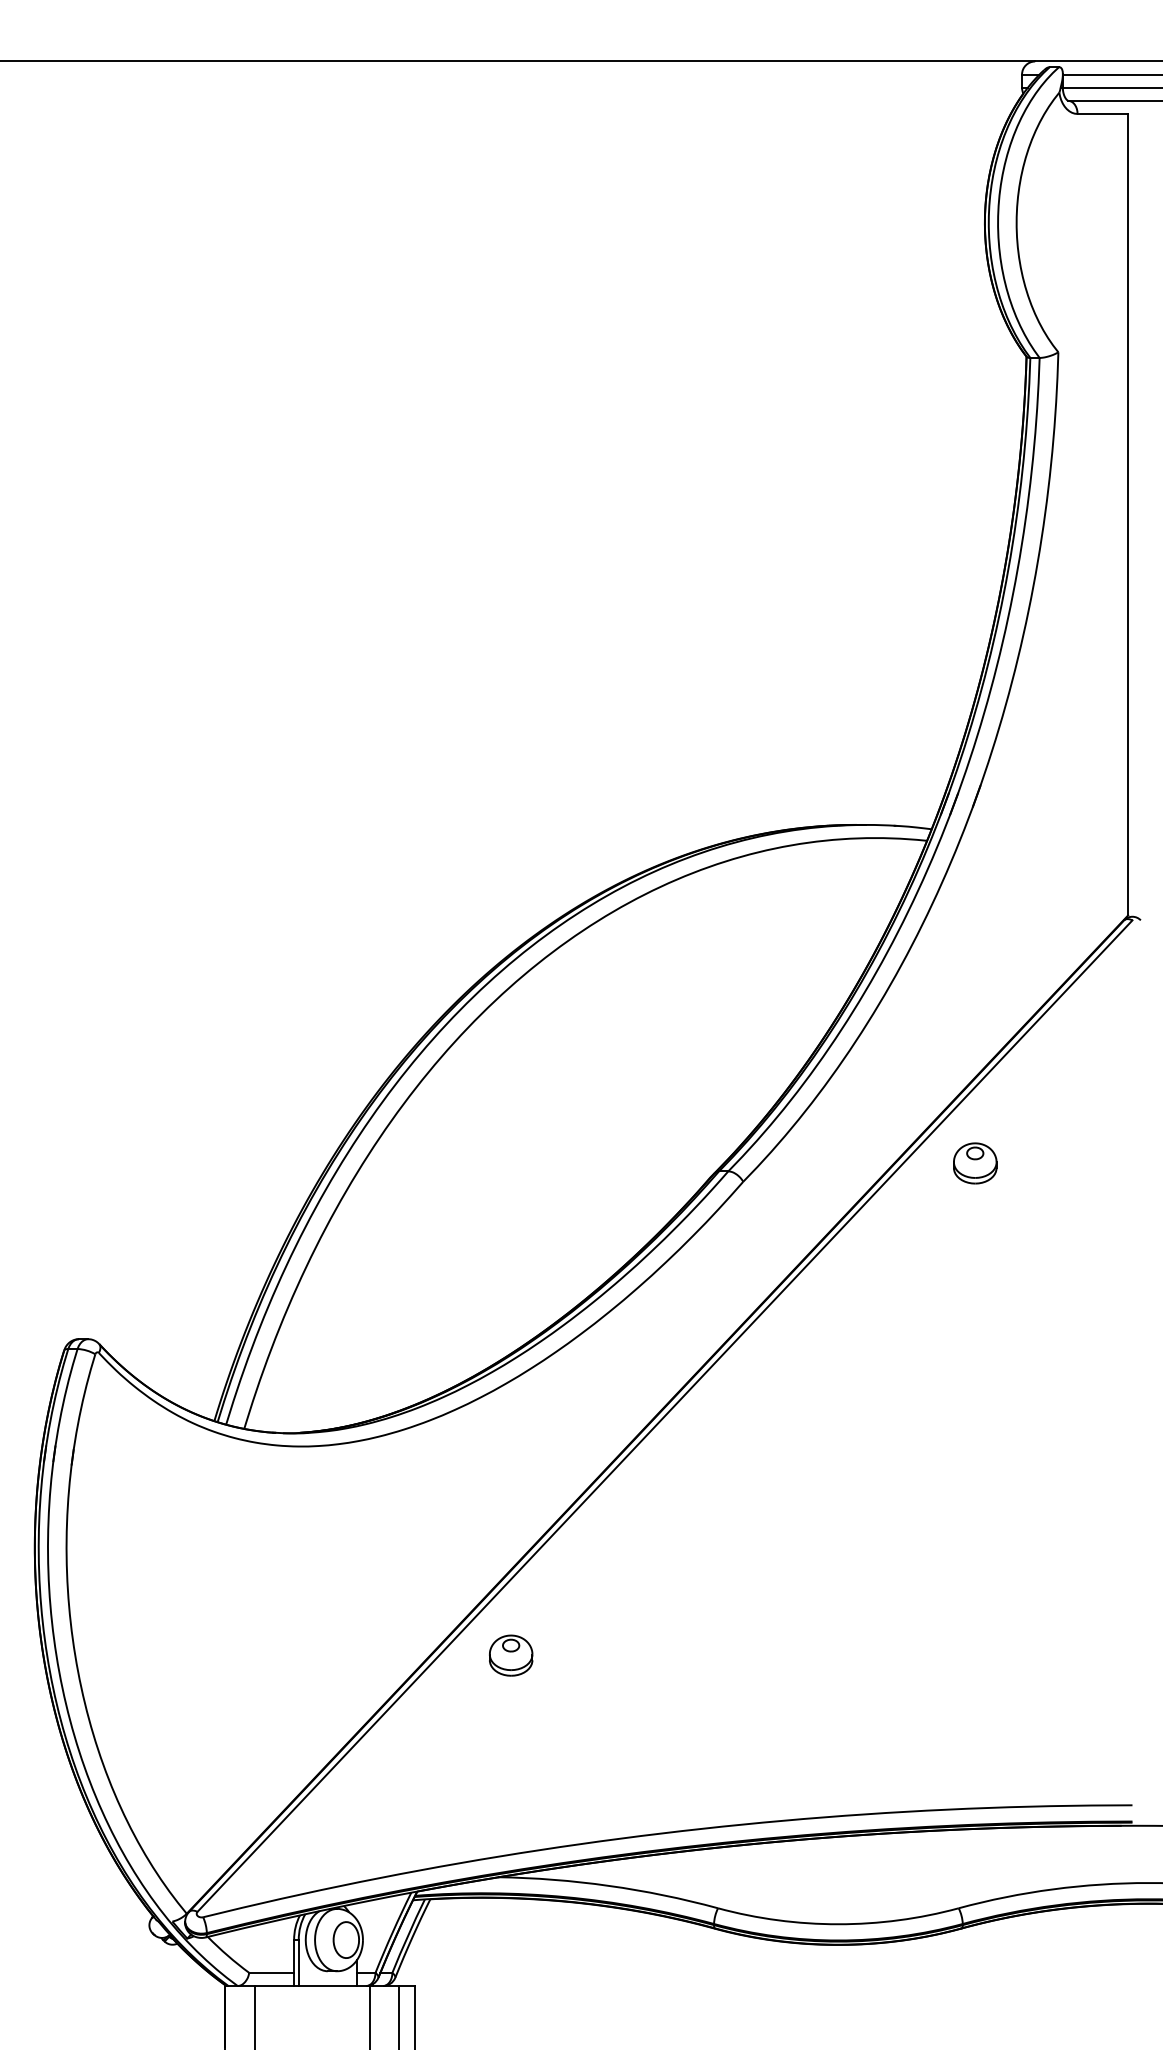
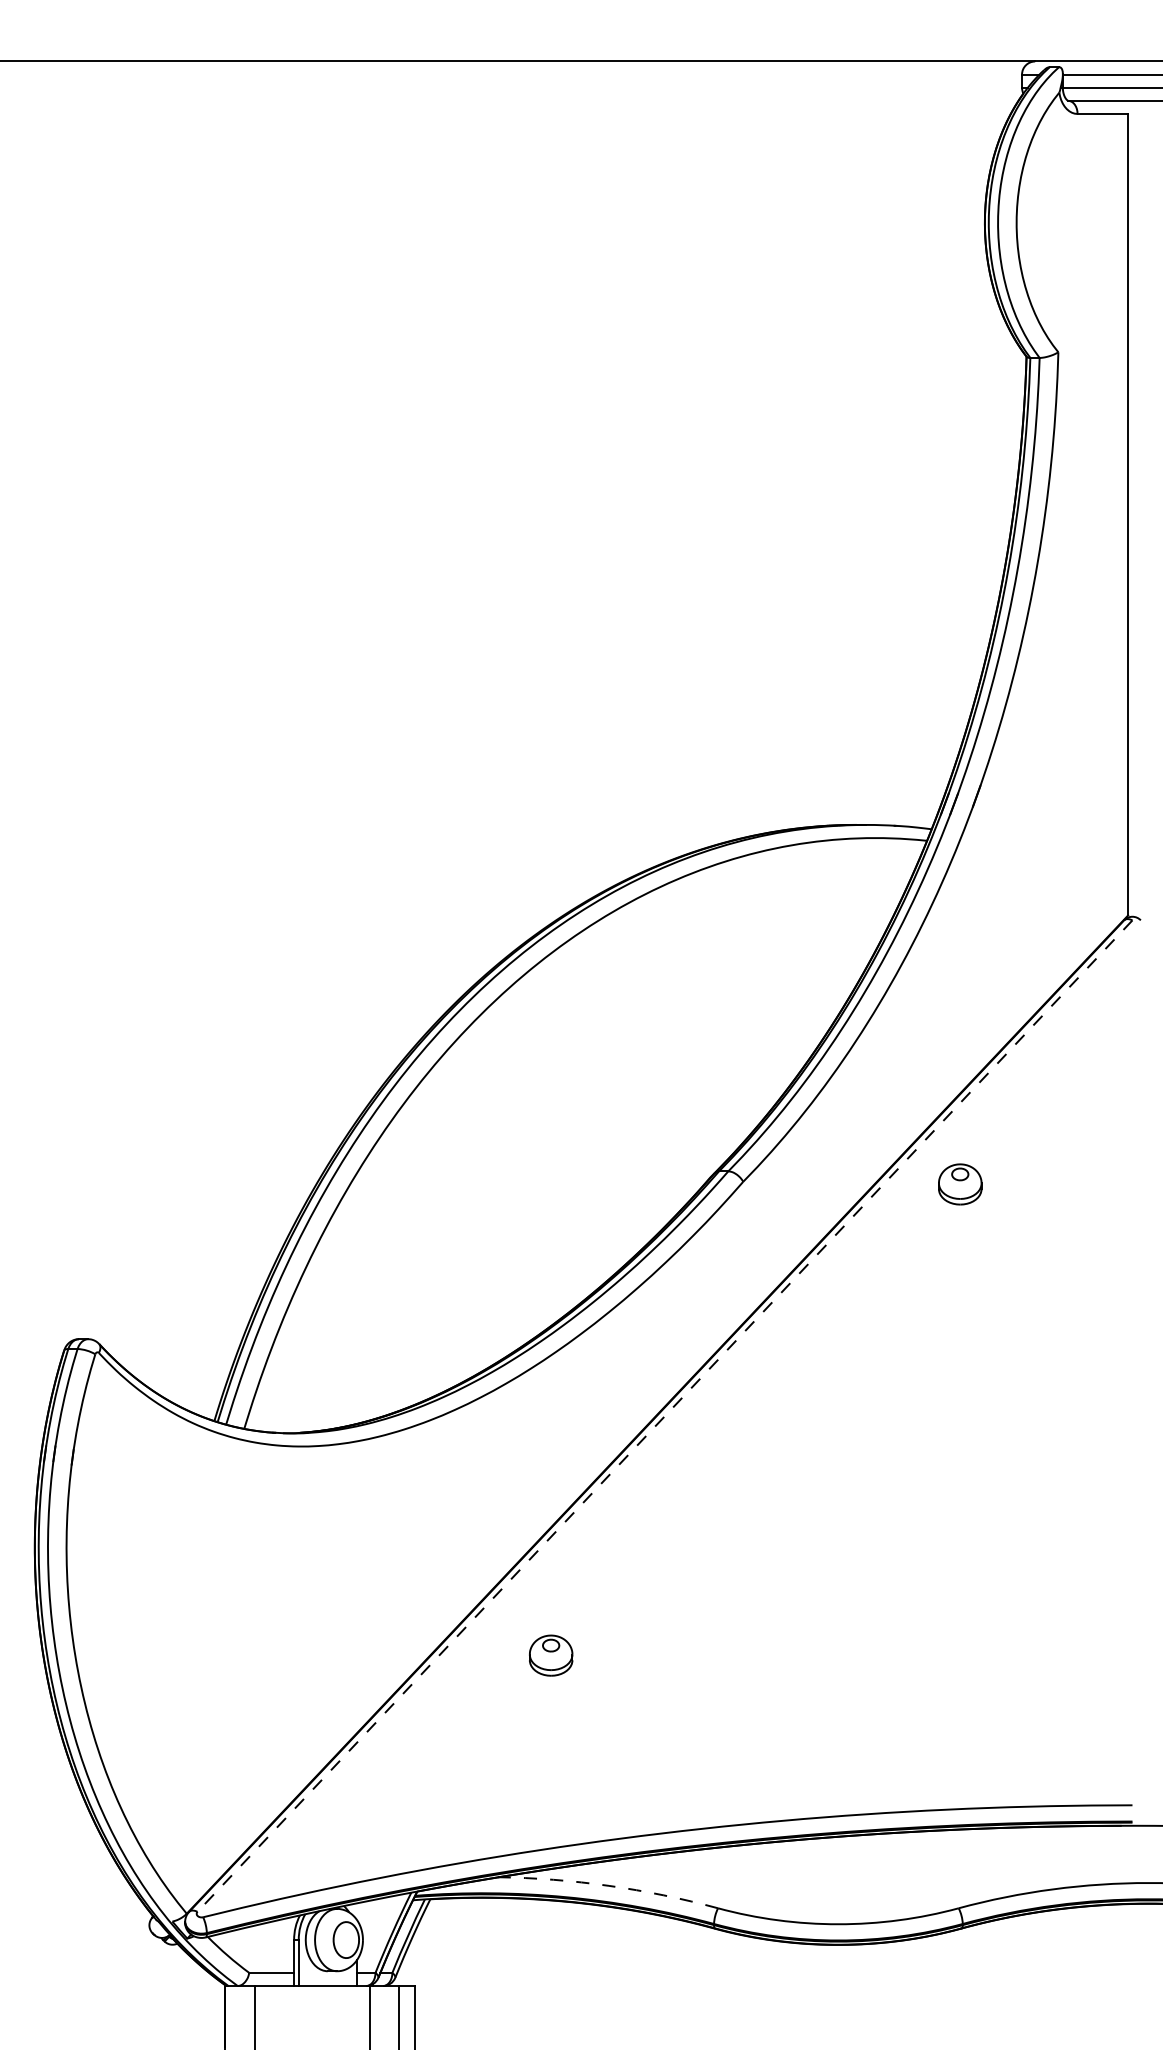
part at (975, 1163) position: (975, 1163) -> (960, 1184)
line at (664, 1416): solid -> dashed
part at (511, 1655) position: (511, 1655) -> (551, 1655)
arc at (608, 1885): solid -> dashed
